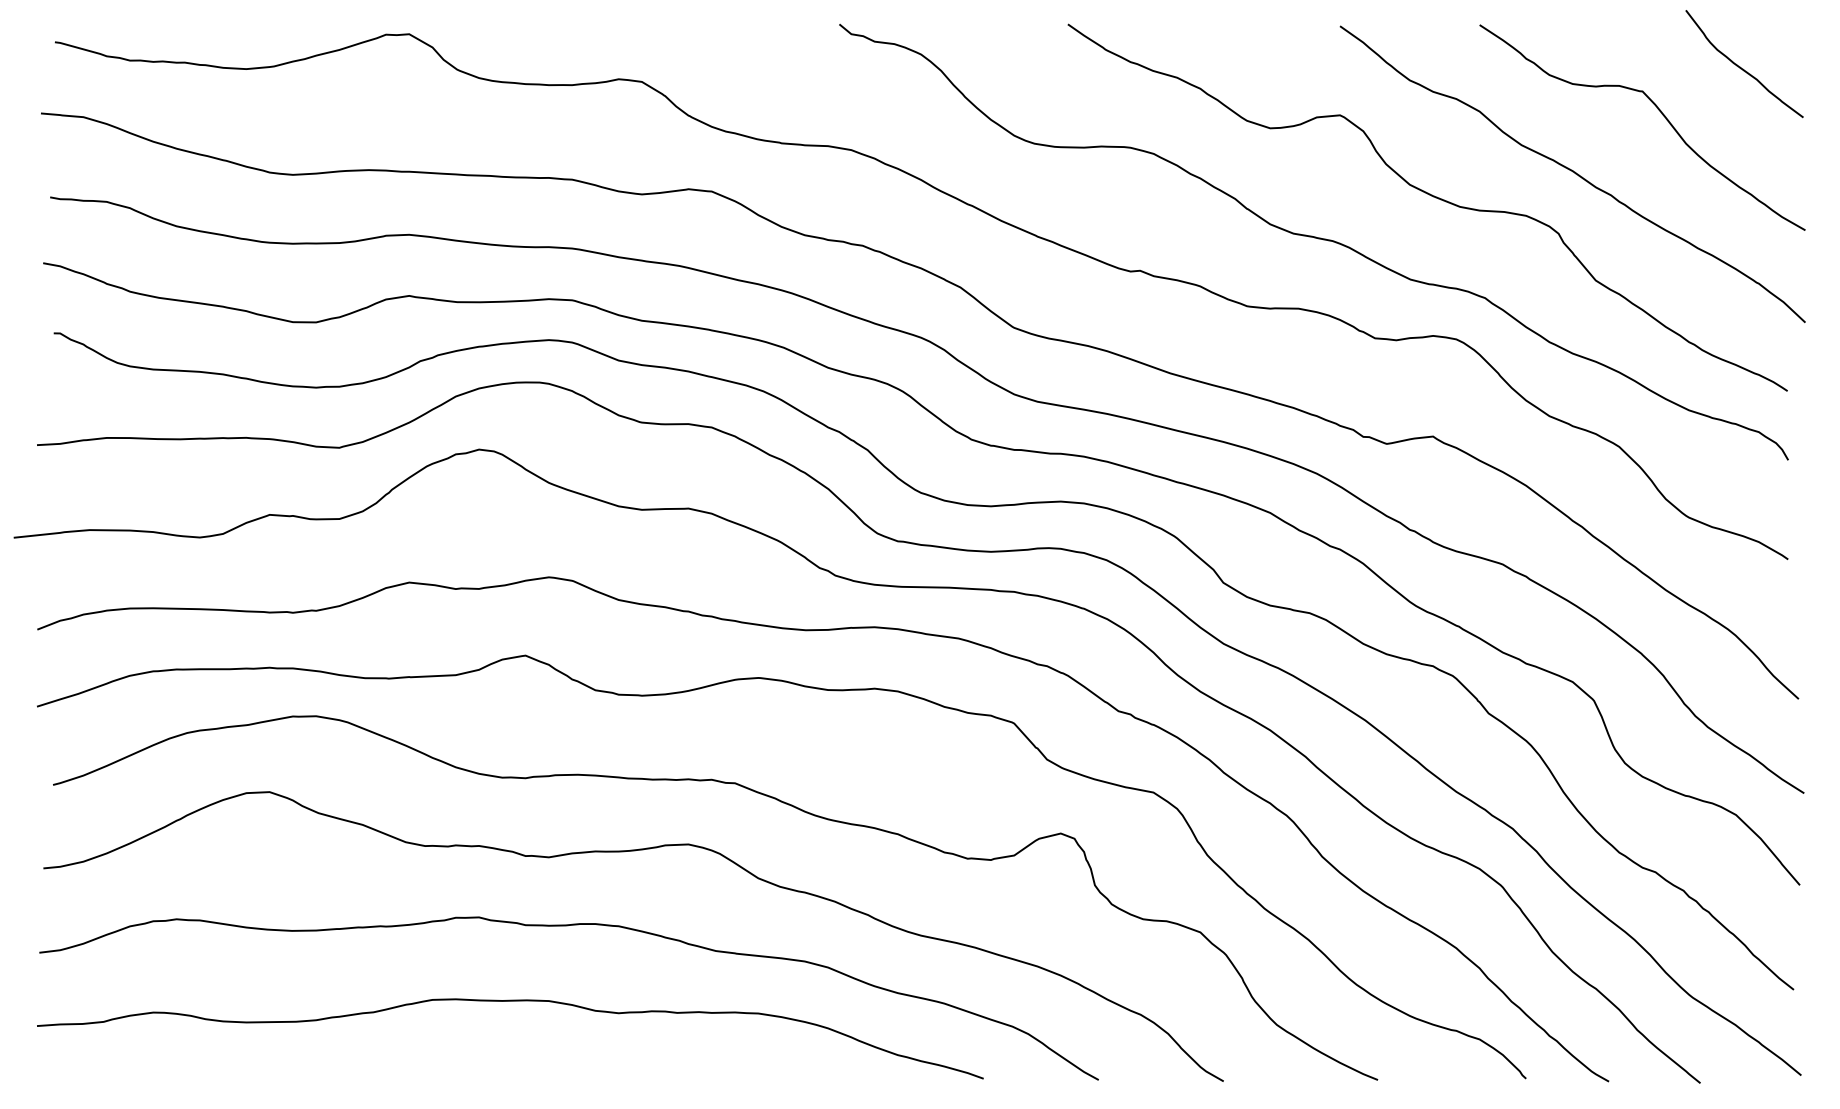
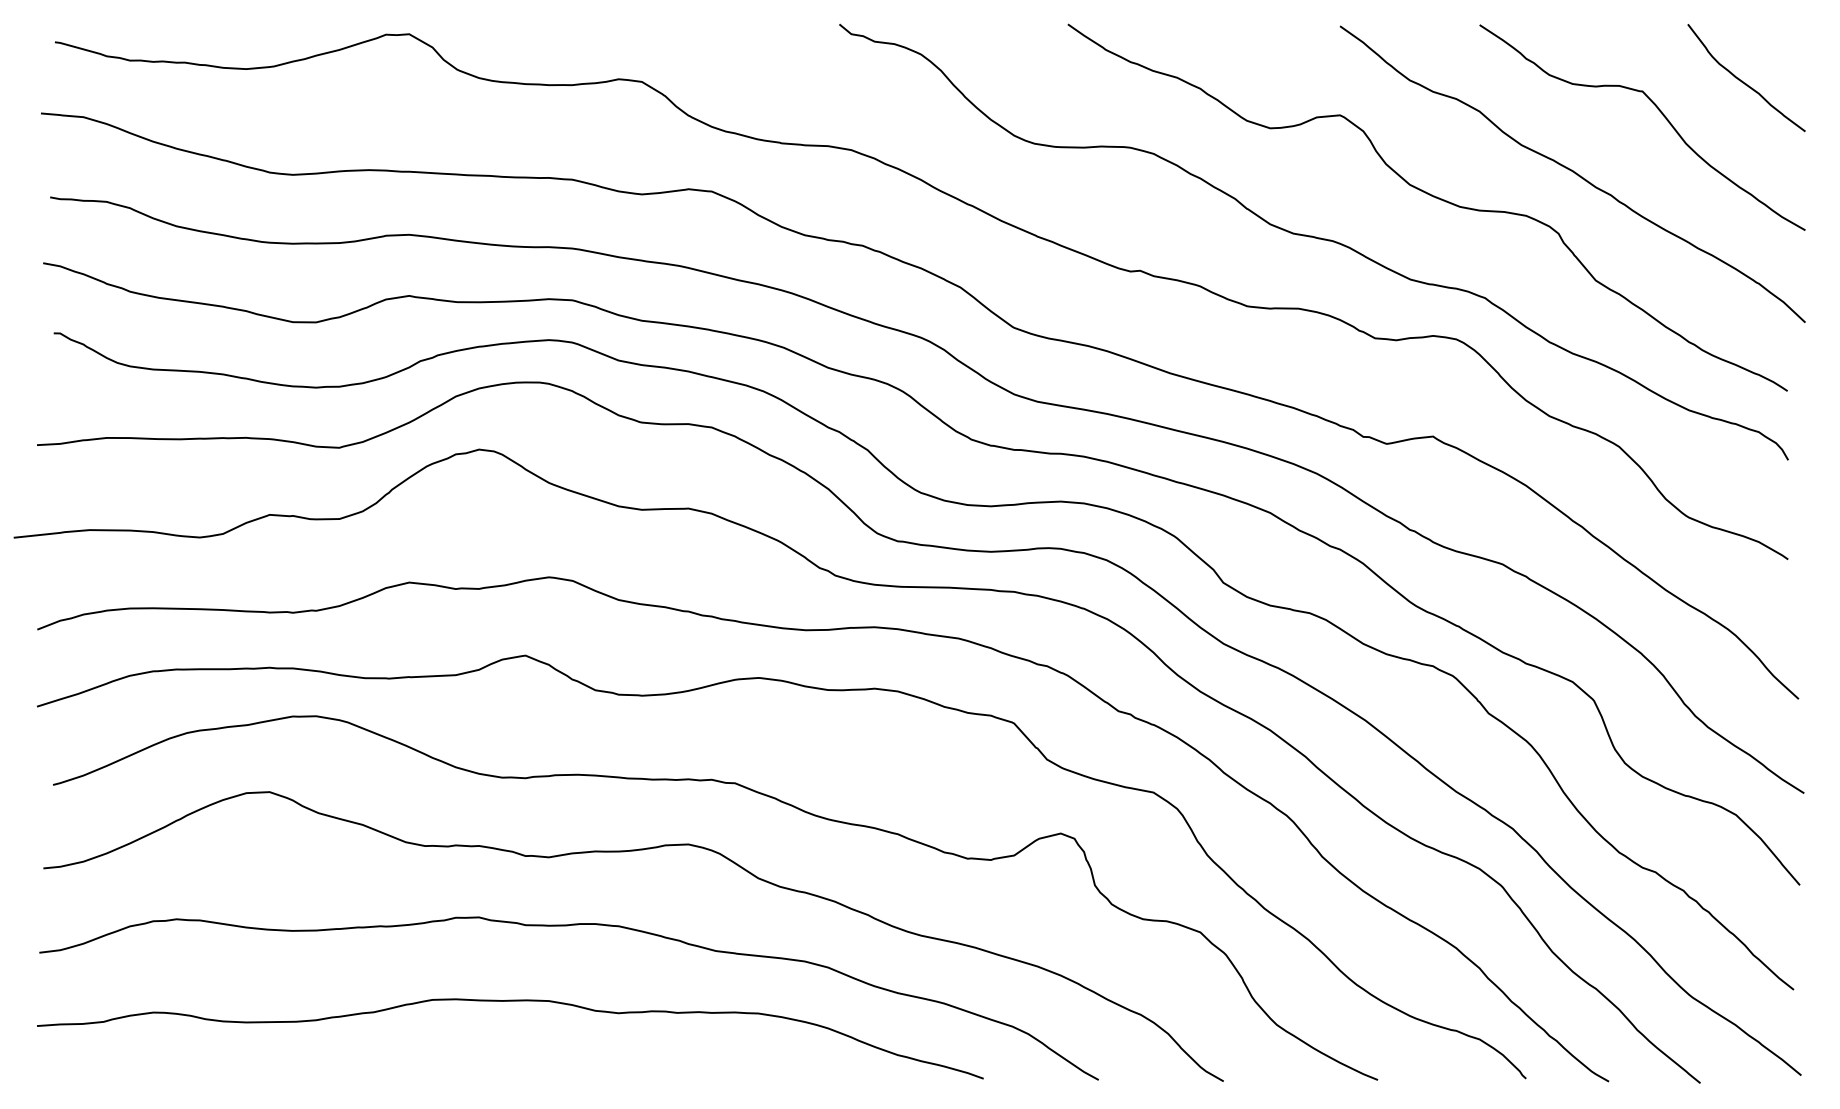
curve at (1743, 68) position: (1743, 68) -> (1745, 82)
